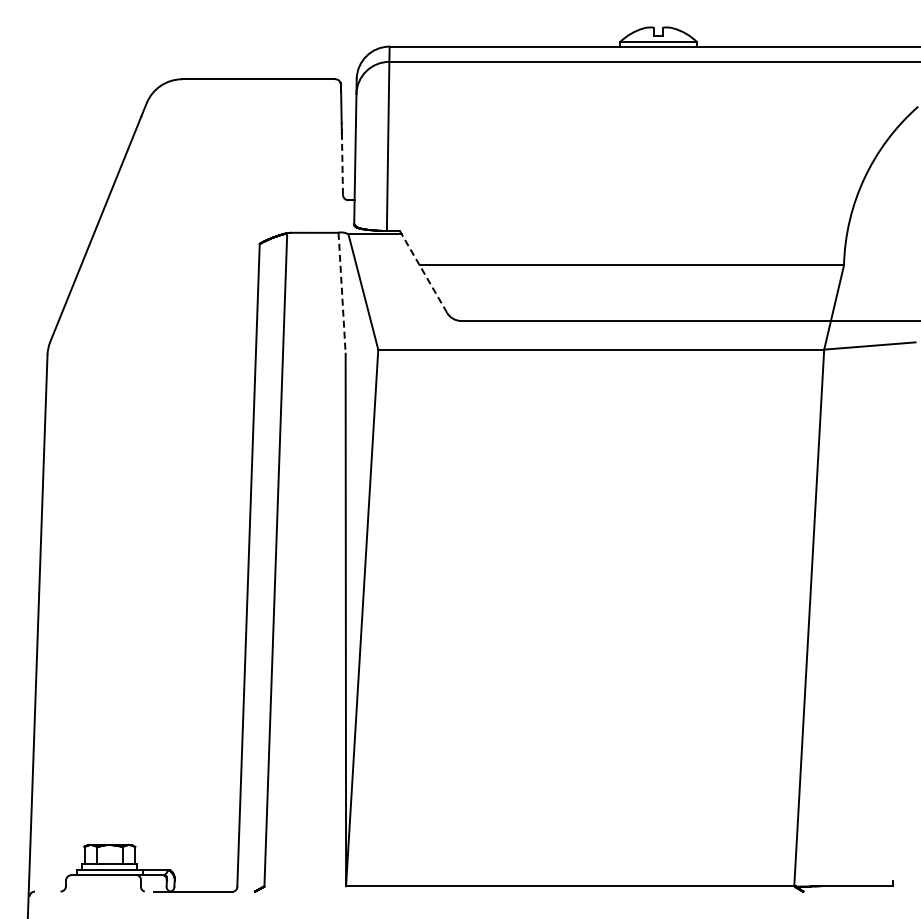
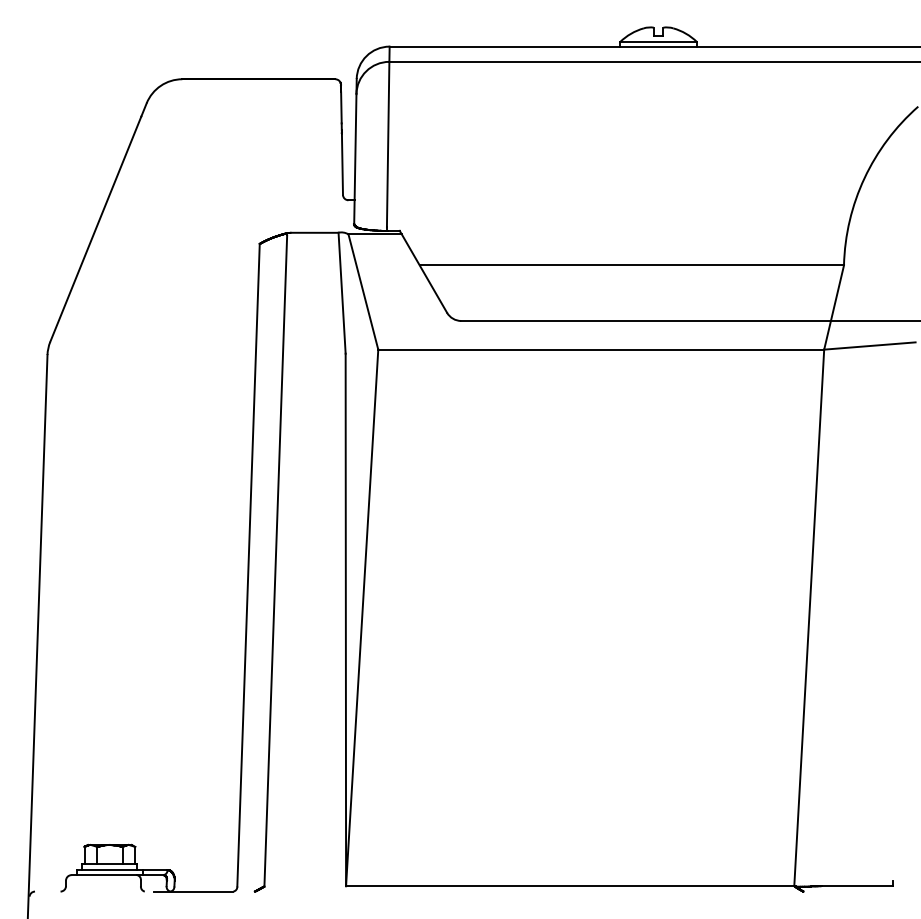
line at (342, 164): dashed -> solid
line at (423, 271): dashed -> solid
line at (342, 293): dashed -> solid
